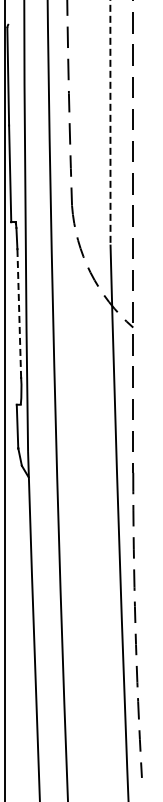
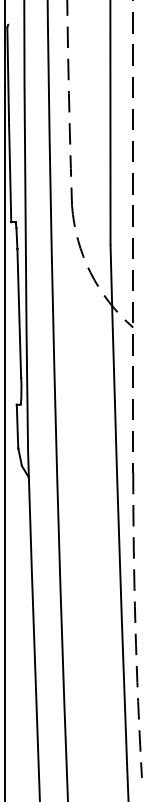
line at (110, 122): dashed -> solid
line at (19, 313): dashed -> solid
